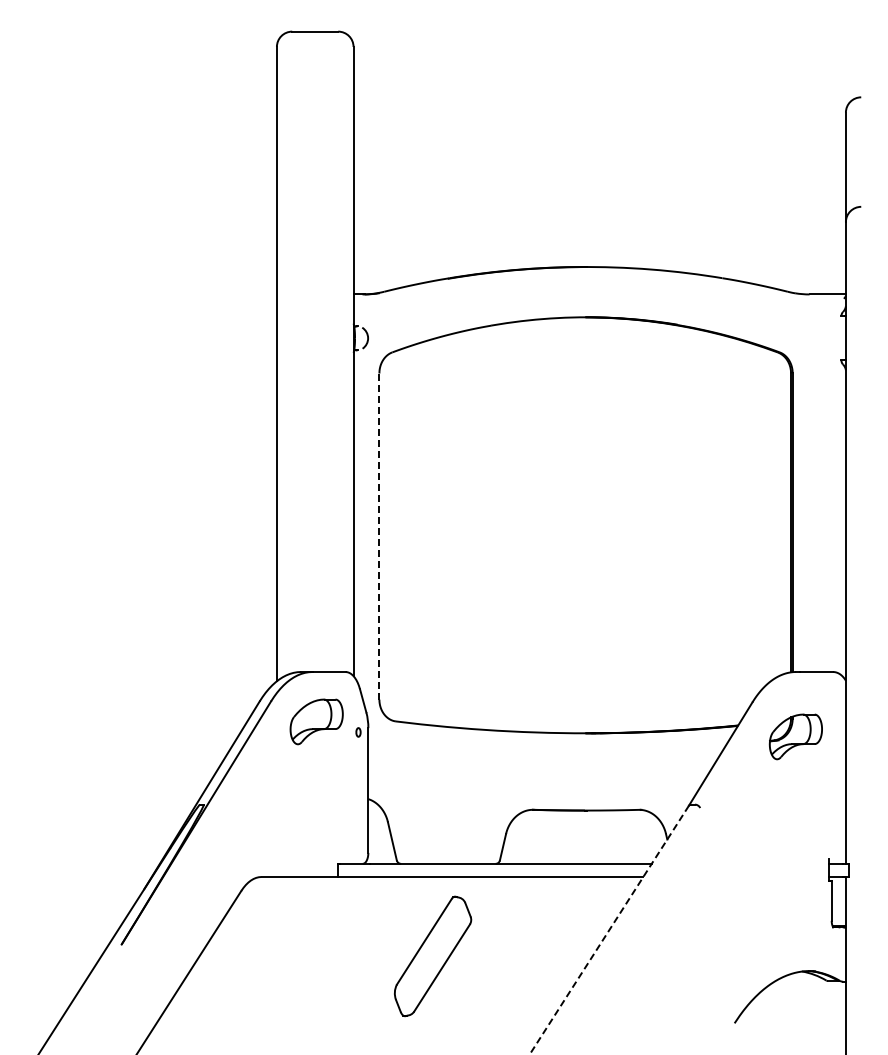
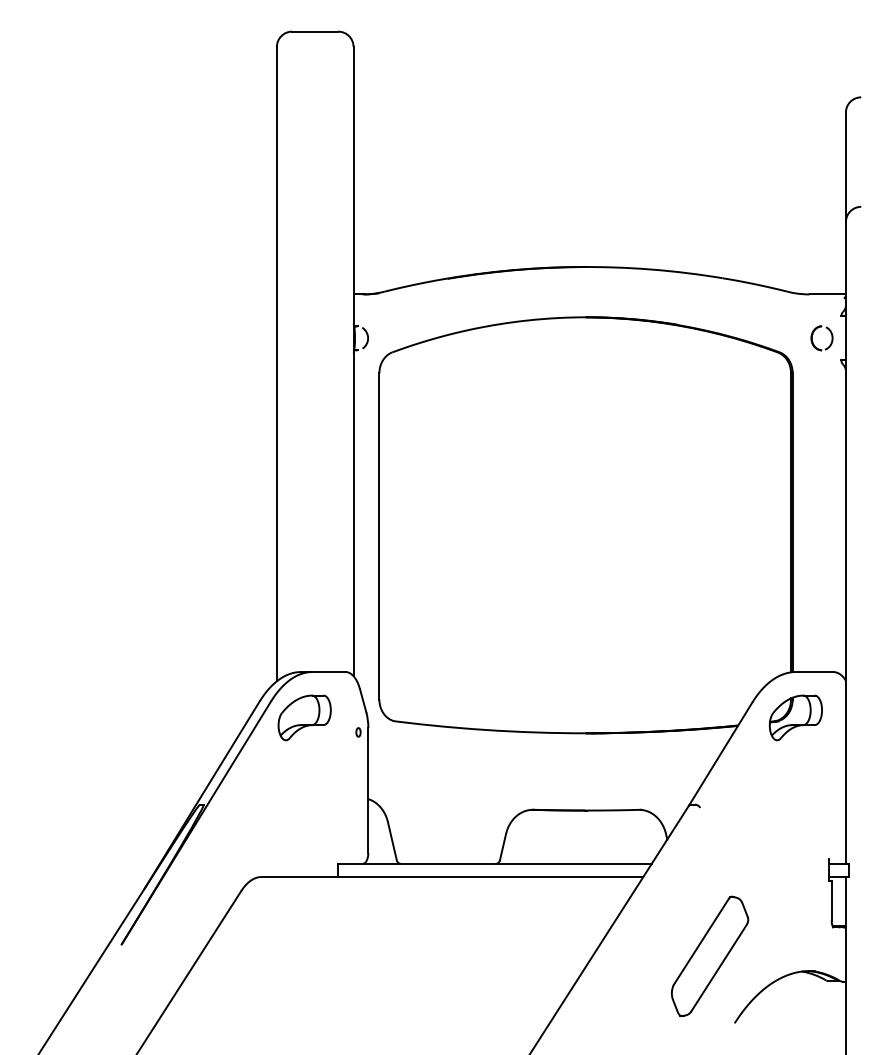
part at (813, 341): none -> present
line at (379, 535): dashed -> solid
part at (316, 721) position: (316, 721) -> (304, 717)
part at (795, 736) position: (795, 736) -> (795, 717)
line at (609, 930): dashed -> solid
part at (433, 956) position: (433, 956) -> (710, 956)
